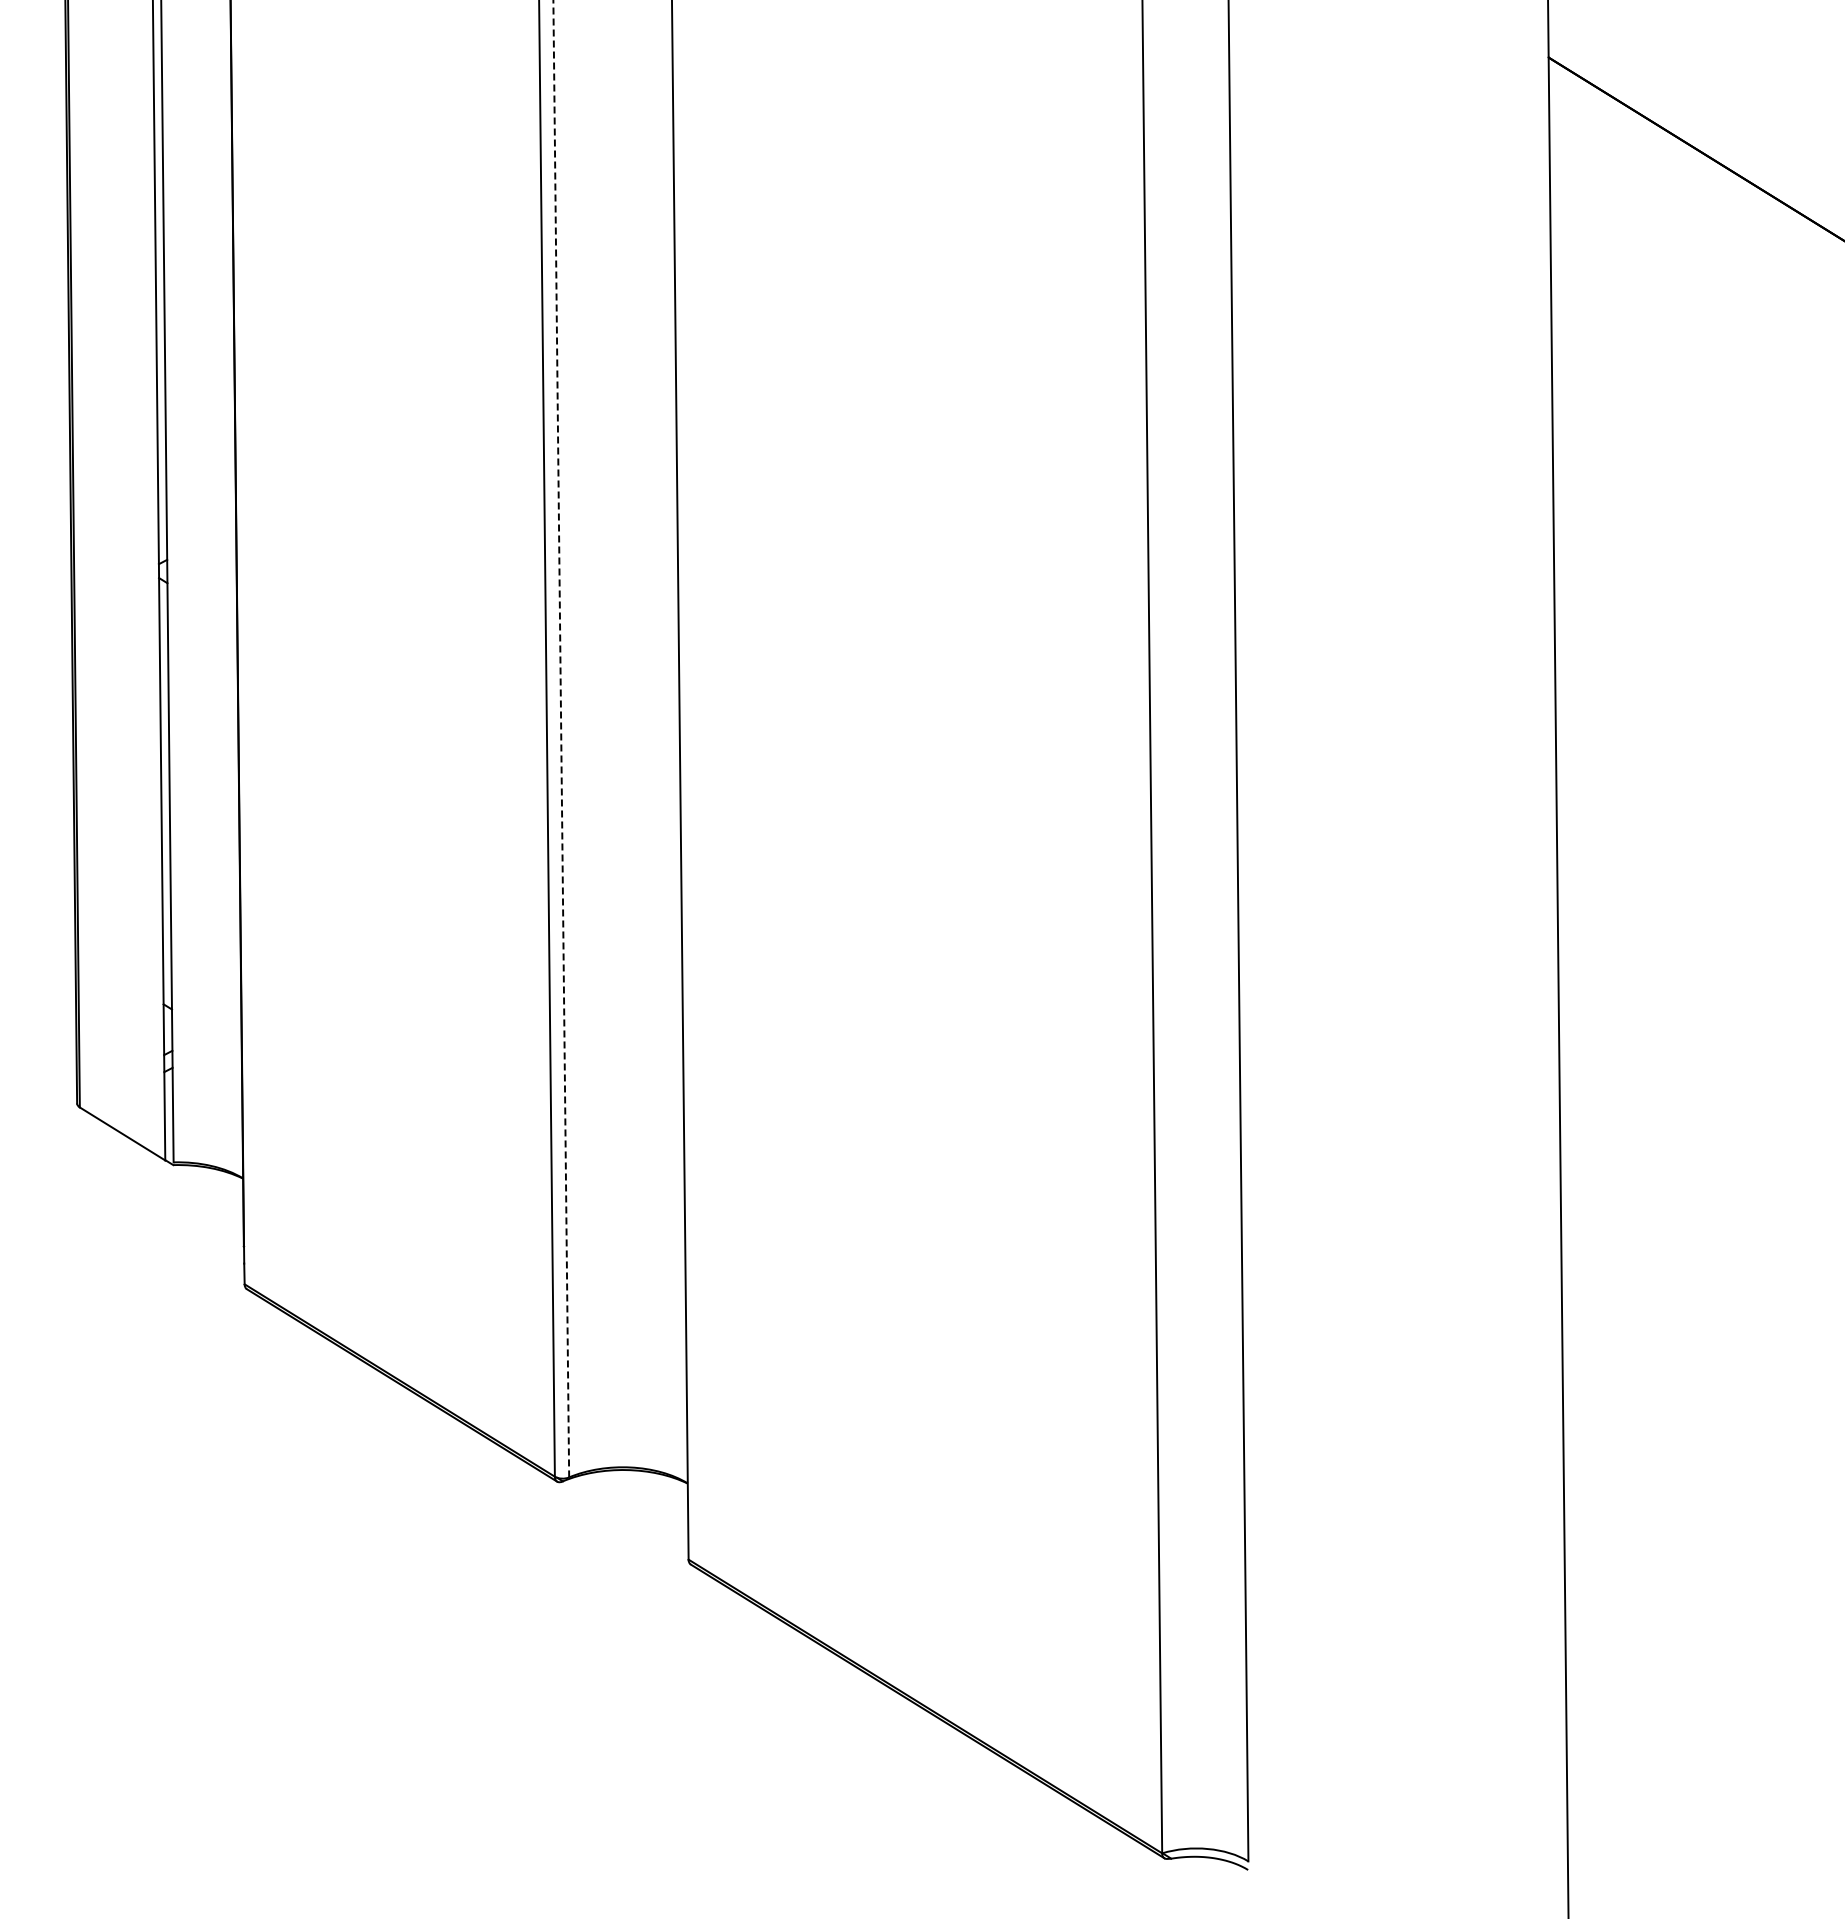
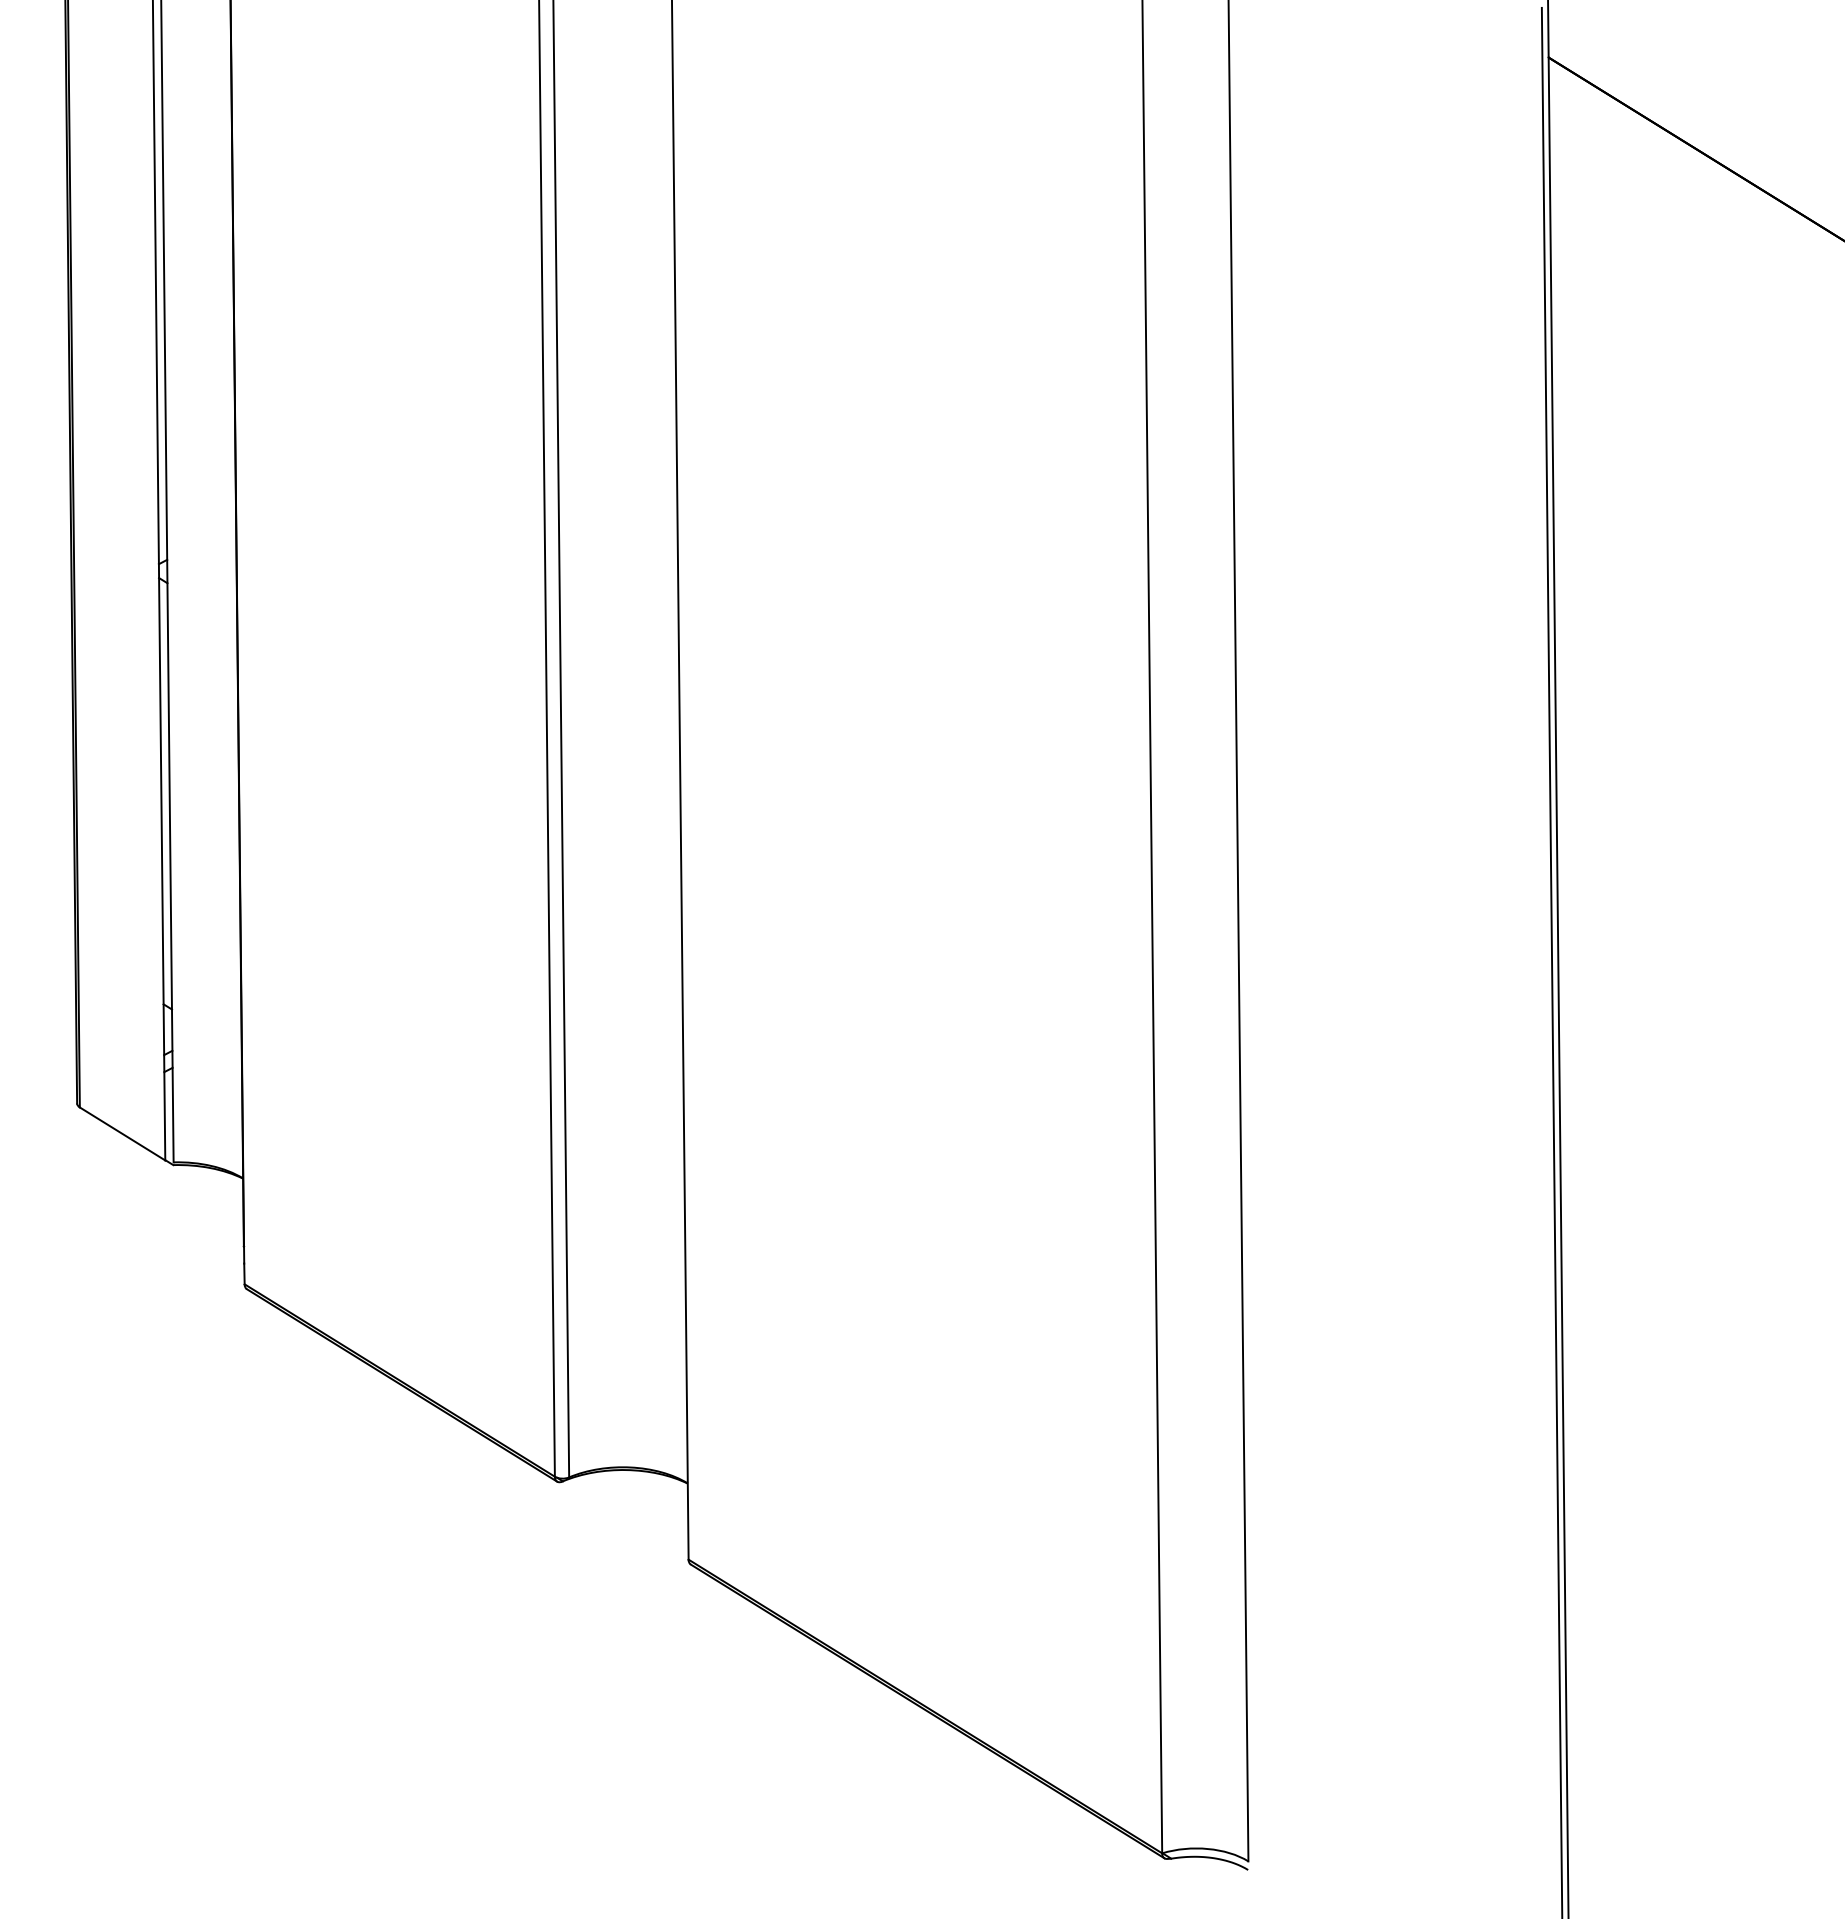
line at (561, 738): dashed -> solid
line at (1551, 961): none -> present
